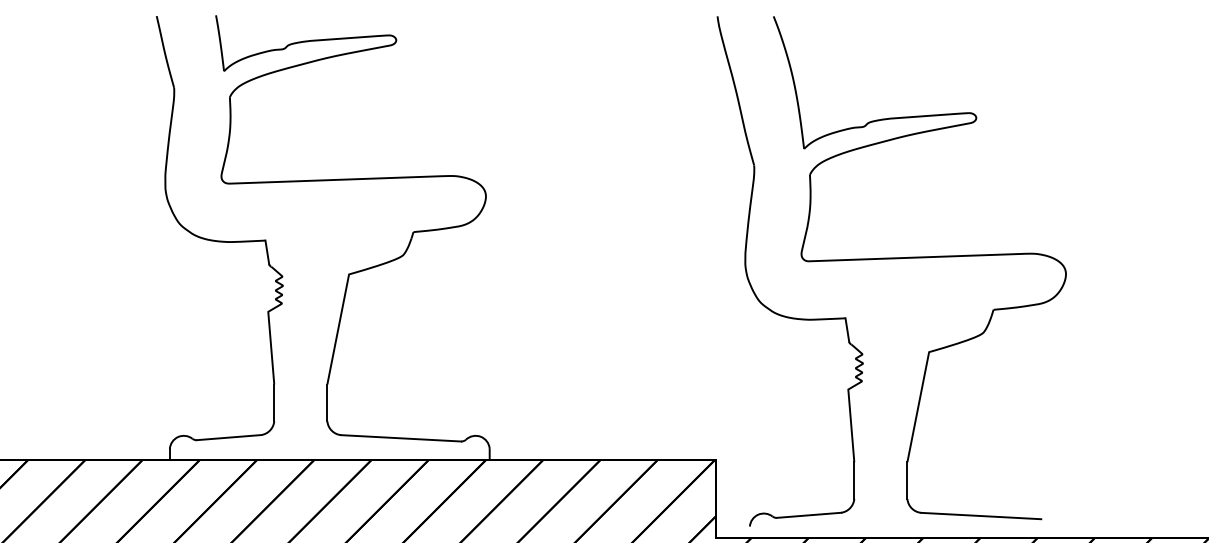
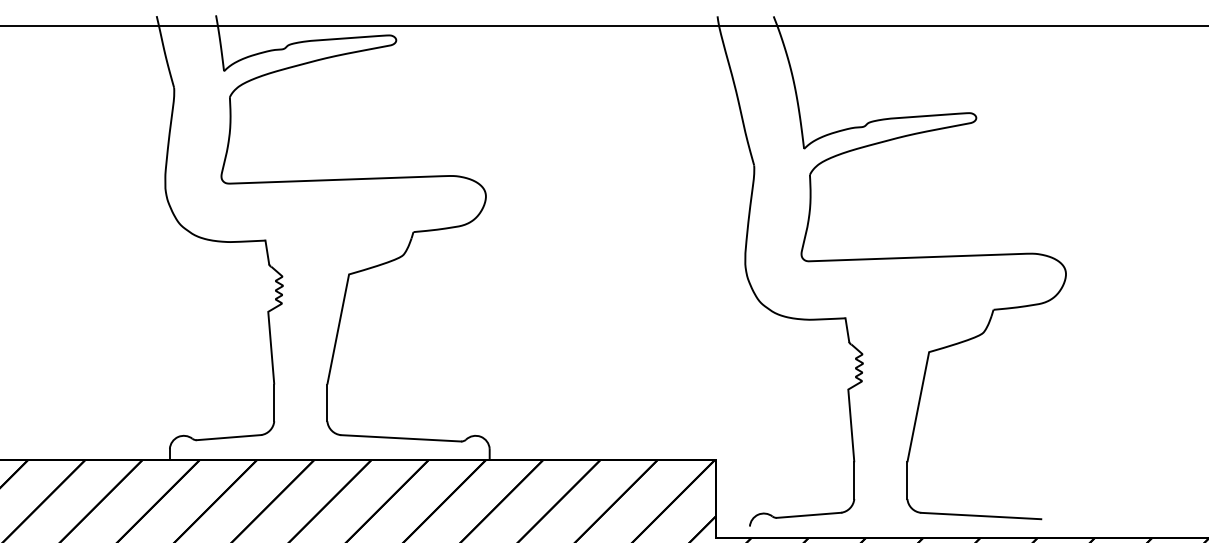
line at (603, 26): none -> present
